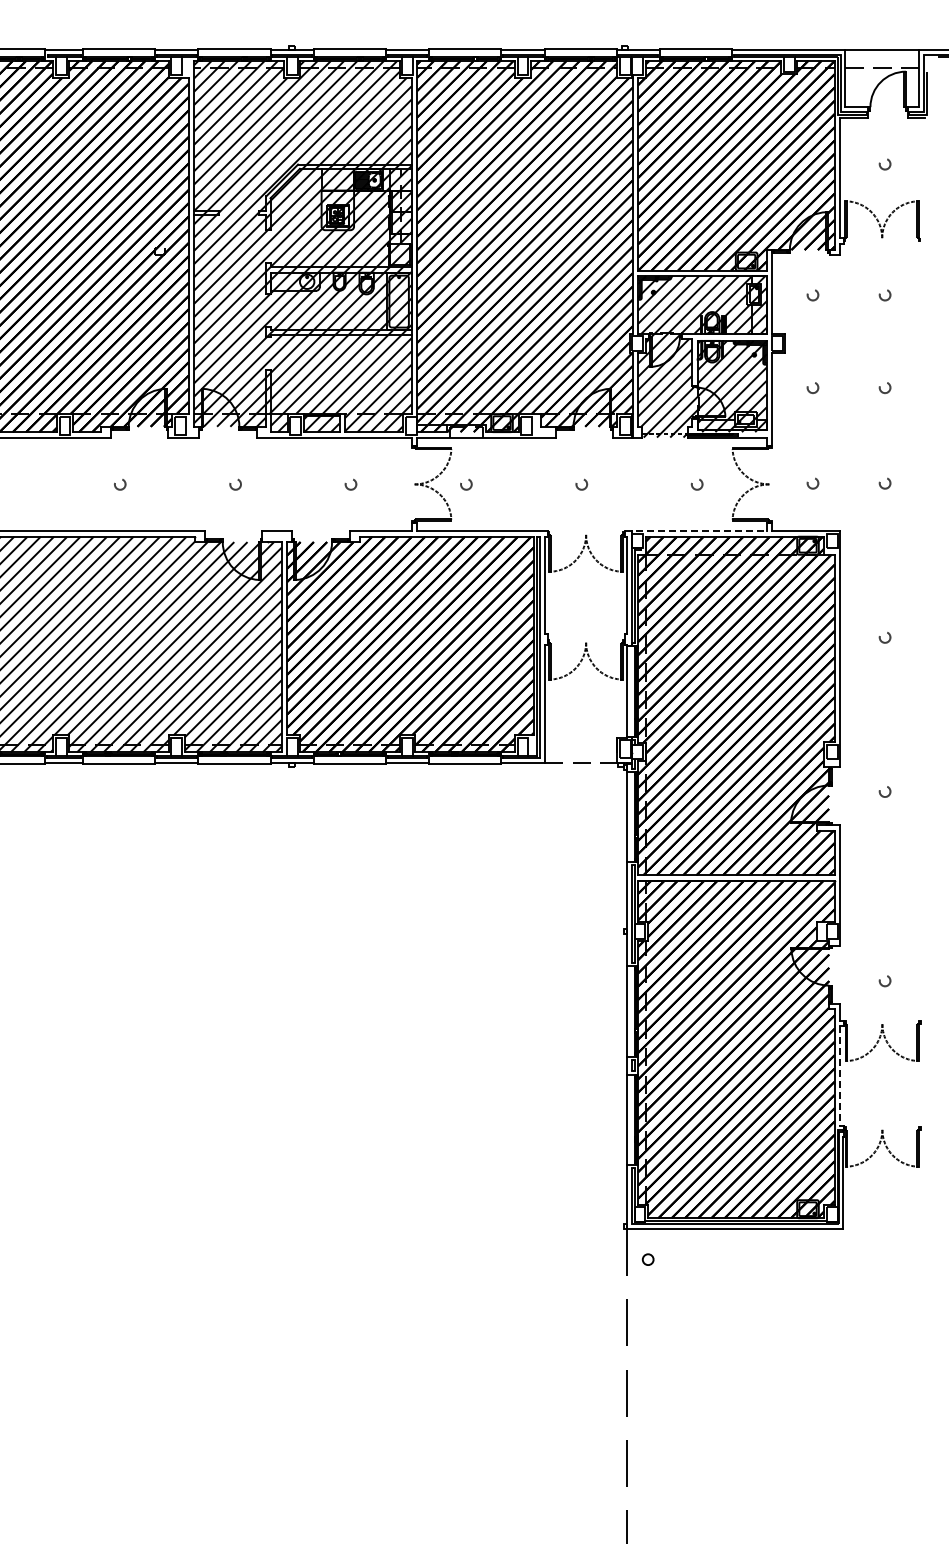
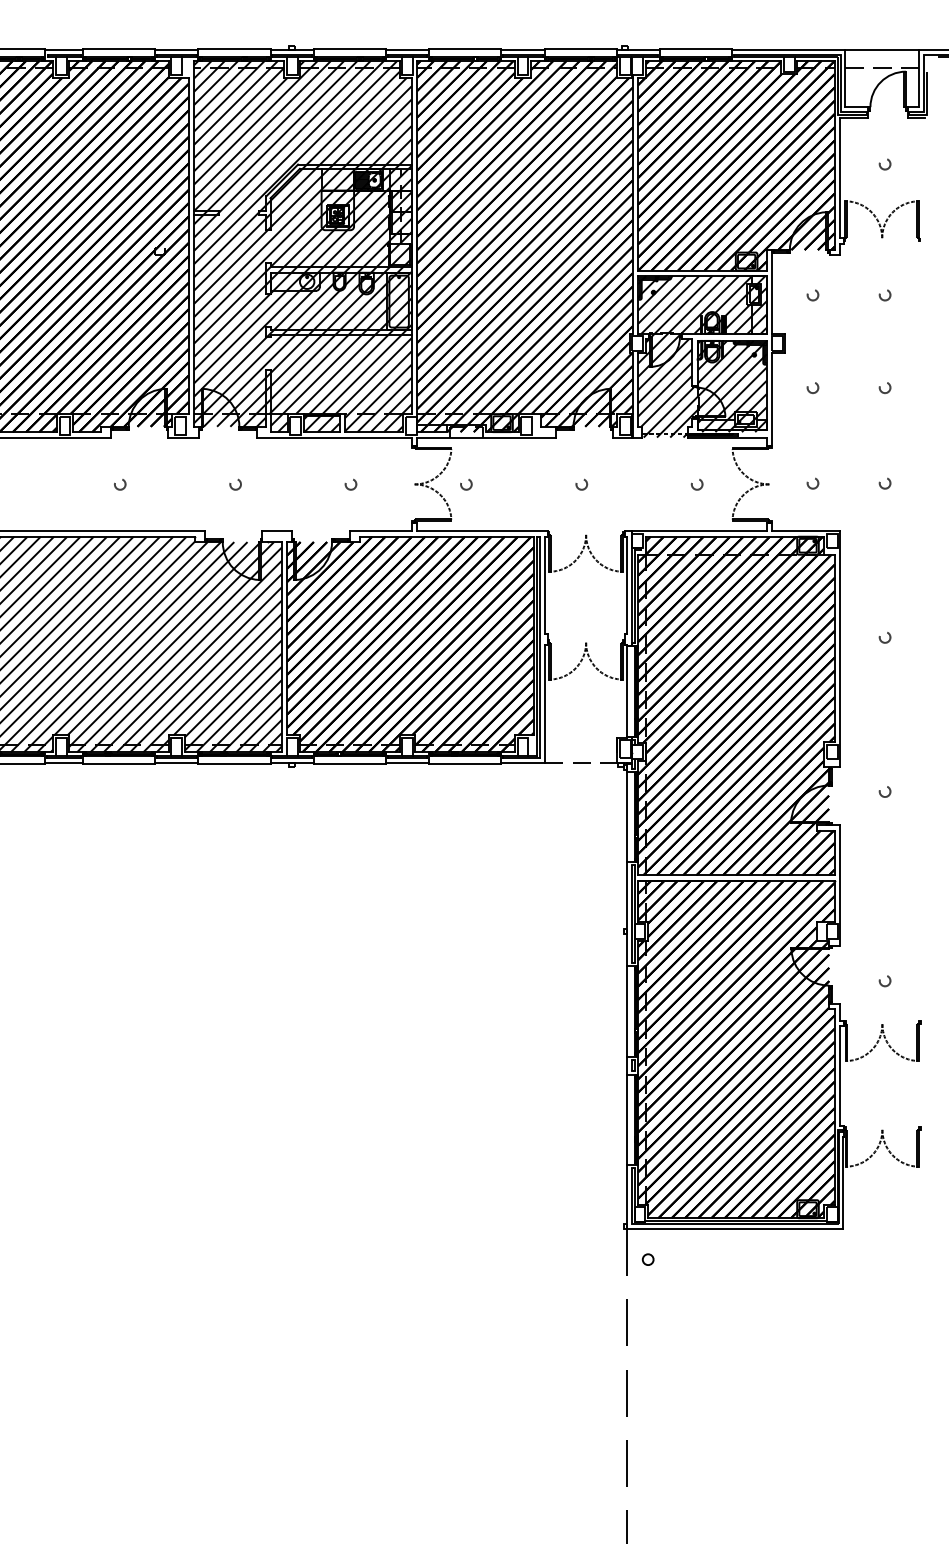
line at (696, 531): dashed -> solid
line at (840, 1076): dashed -> solid
